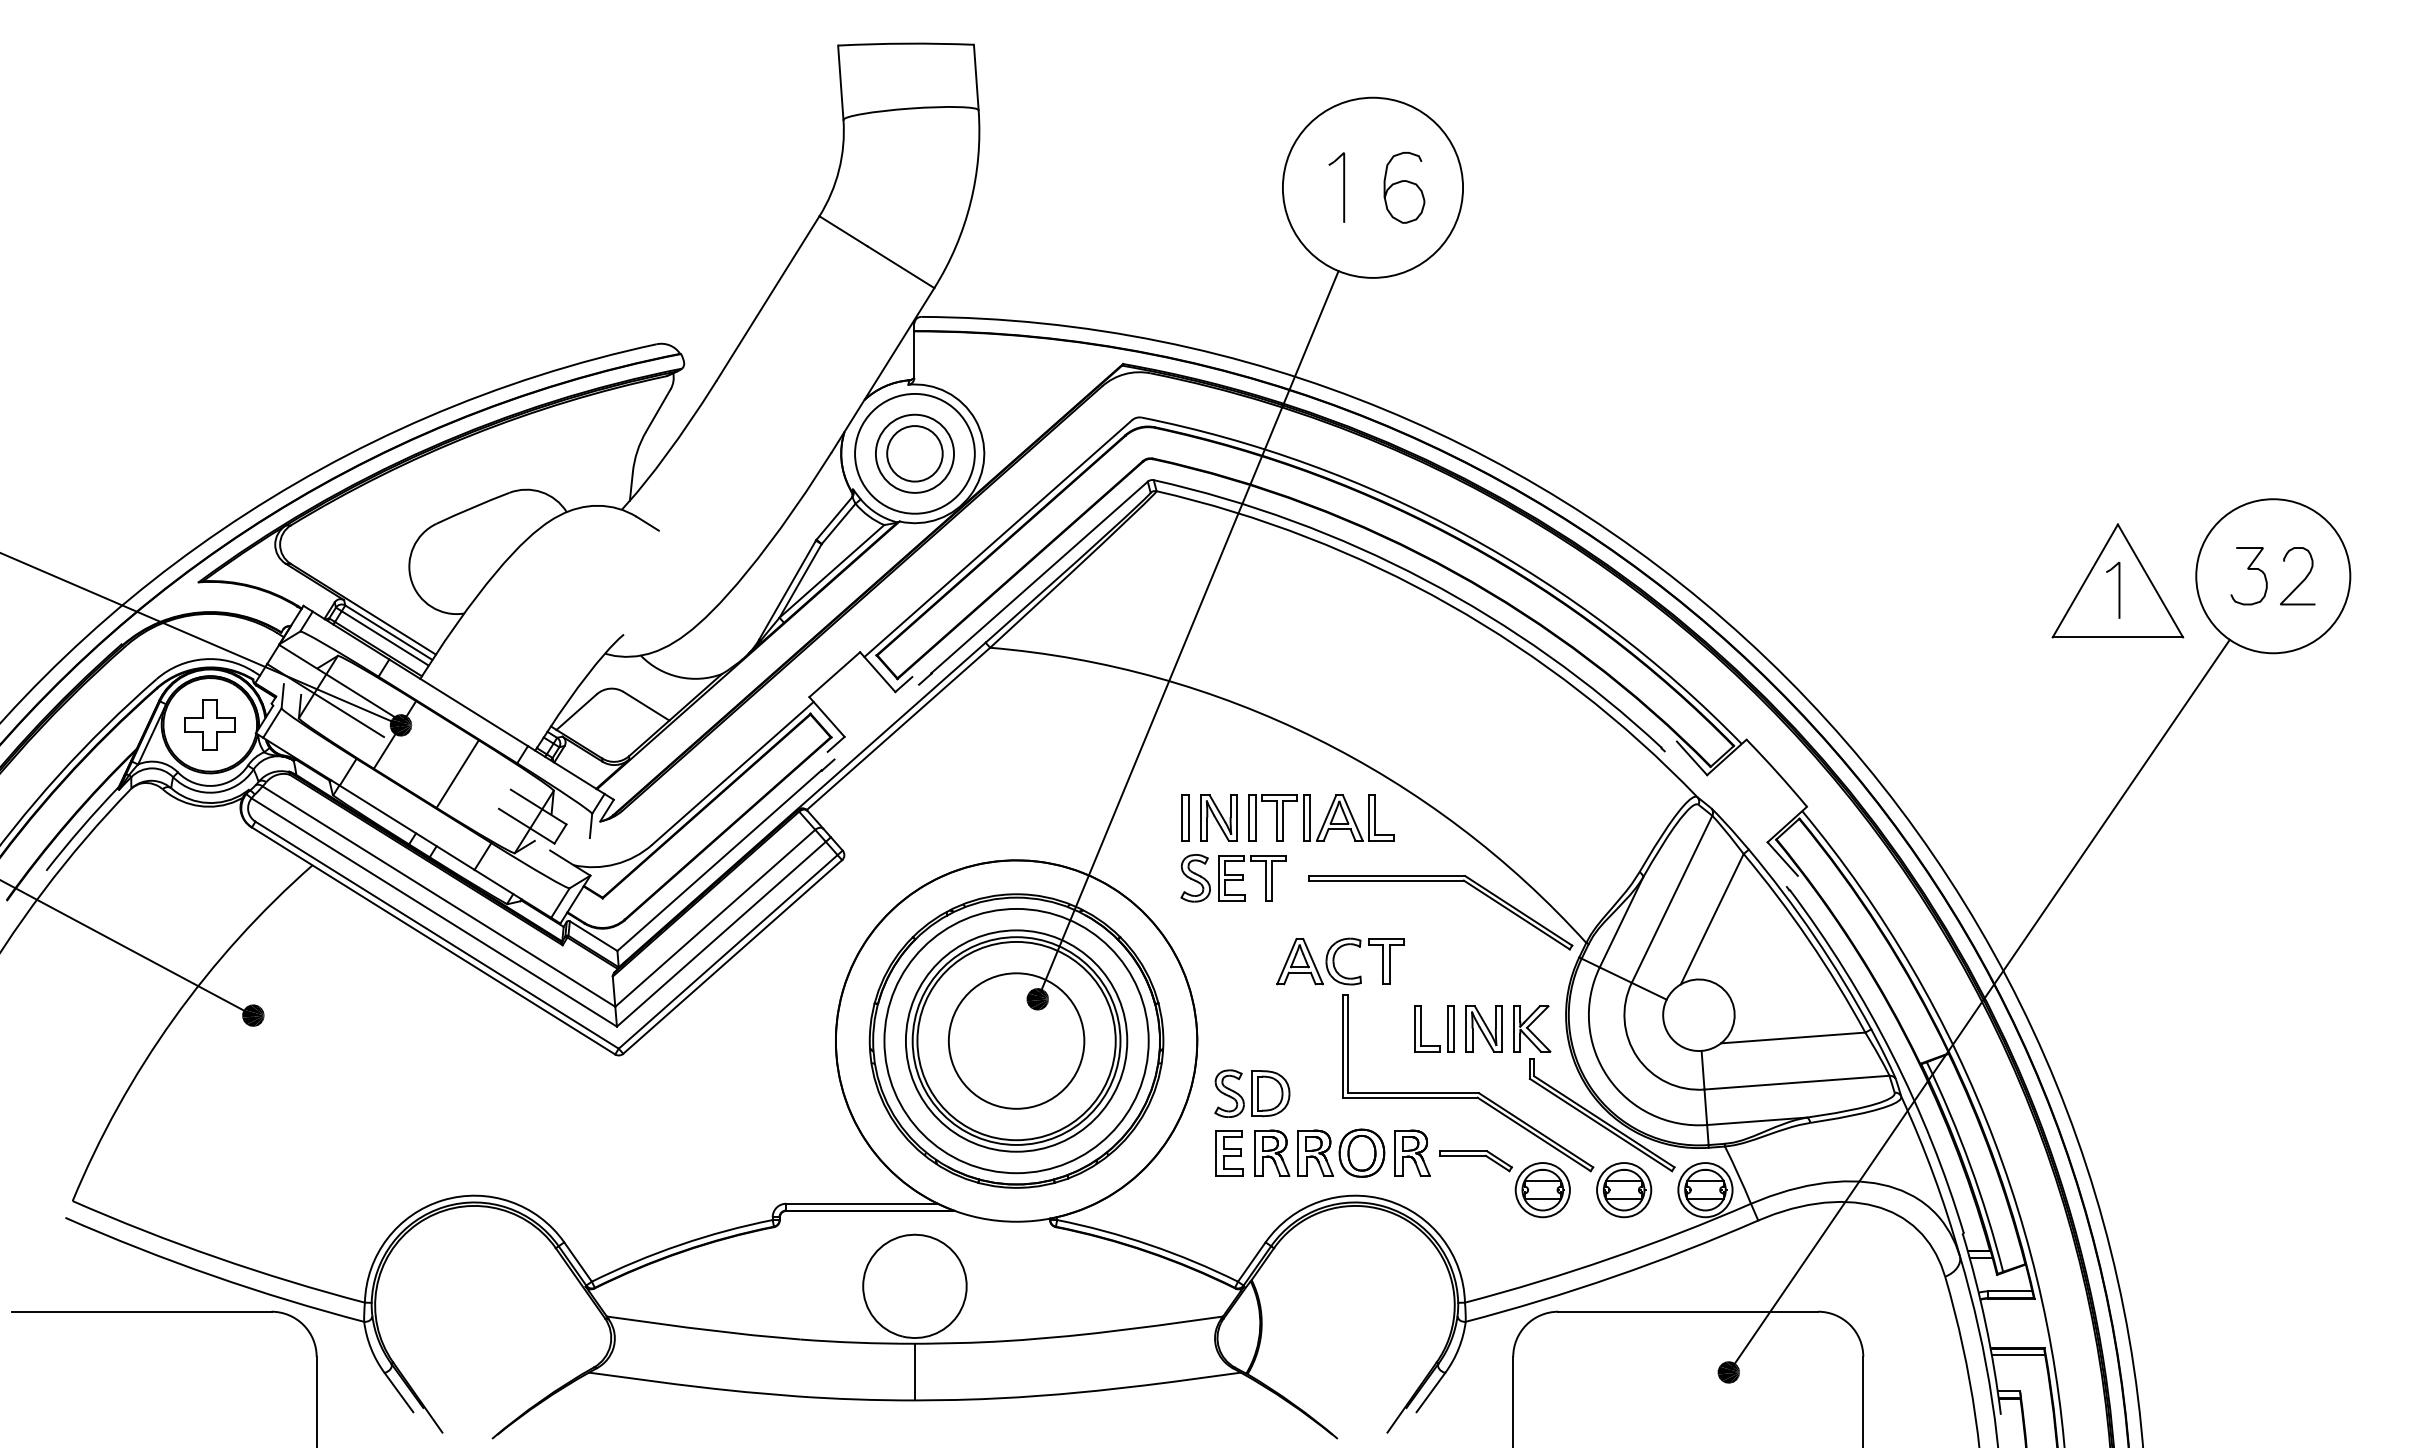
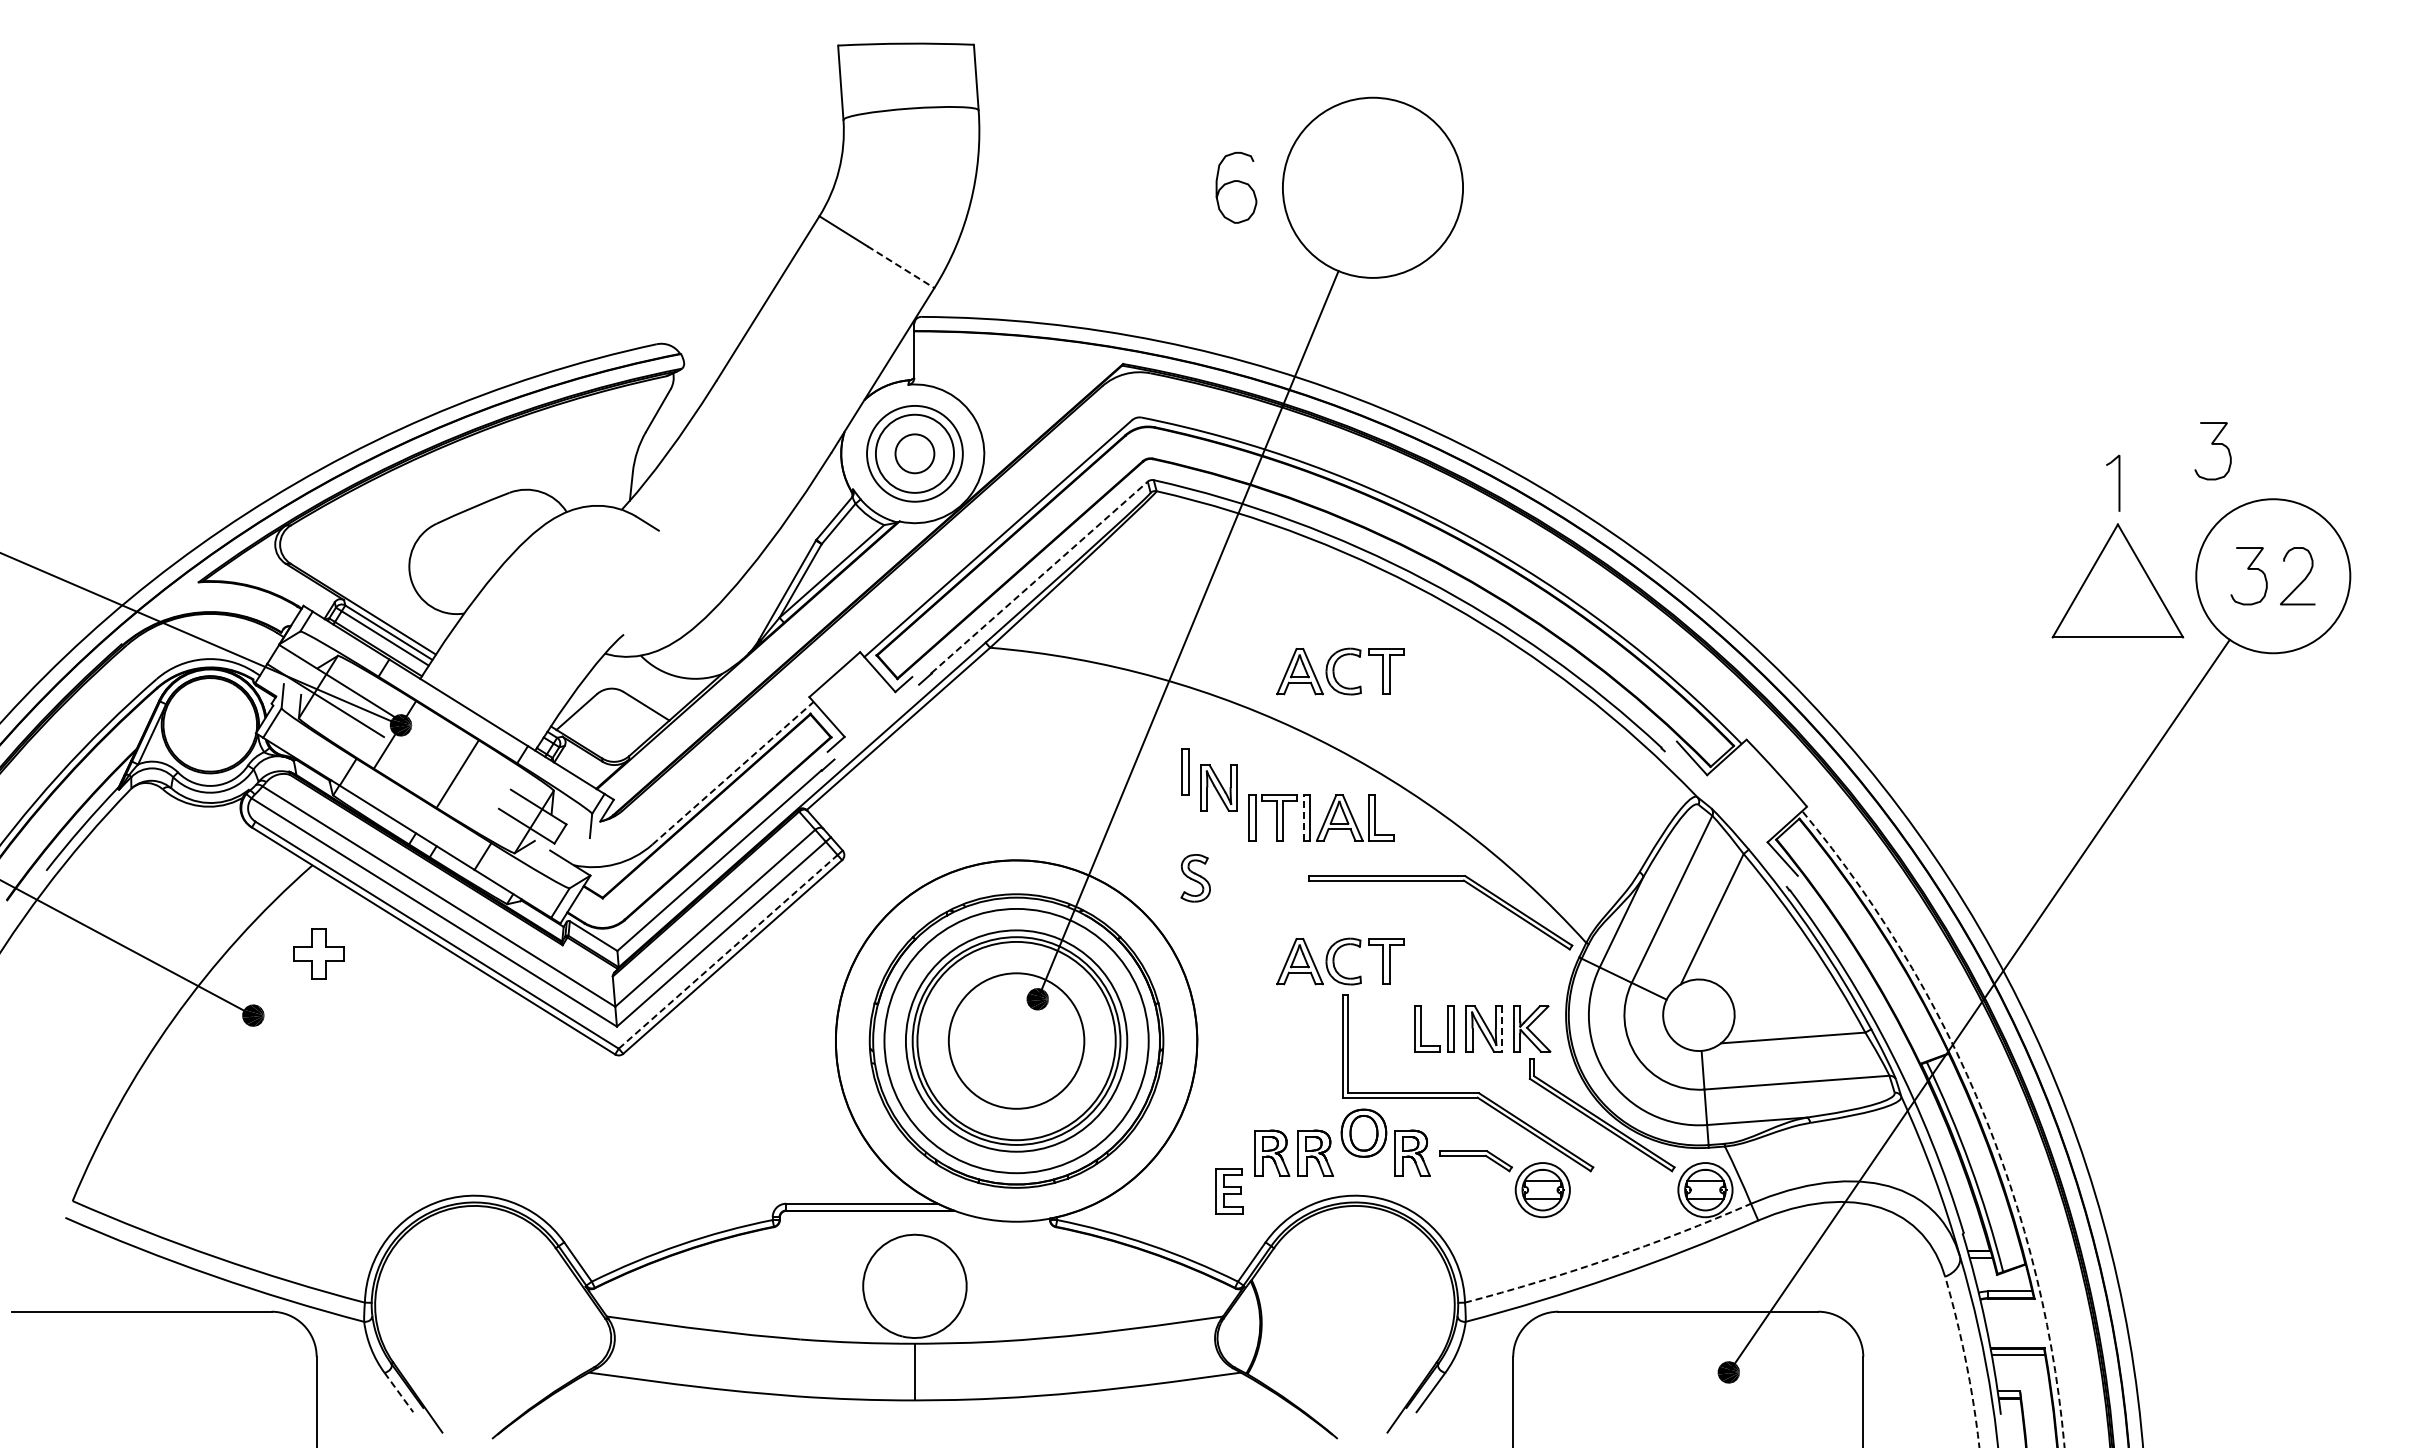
curve at (1402, 182) position: (1402, 182) -> (1234, 182)
part at (1343, 187): present -> none
line at (901, 267): solid -> dashed
curve at (2212, 444): none -> present
circle at (914, 453) diameter: 120 px -> 96 px
circle at (914, 453) diameter: 56 px -> 39 px
line at (1040, 577): solid -> dashed
part at (2113, 589) position: (2113, 589) -> (2113, 482)
part at (1340, 671): none -> present
part at (209, 724) position: (209, 724) -> (318, 953)
line at (733, 773): solid -> dashed
part at (1185, 817) position: (1185, 817) -> (1185, 771)
part at (1218, 817) position: (1218, 817) -> (1218, 787)
line at (1303, 817): solid -> dashed
part at (1243, 878): present -> none
line at (728, 951): solid -> dashed
line at (1502, 1029): solid -> dashed
part at (1252, 1093): present -> none
arc at (1981, 1108): solid -> dashed
part at (1361, 1152) position: (1361, 1152) -> (1363, 1132)
part at (1229, 1153) position: (1229, 1153) -> (1229, 1191)
part at (1624, 1190): present -> none
arc at (1609, 1258): solid -> dashed
arc at (1965, 1360): solid -> dashed
line at (399, 1392): solid -> dashed
